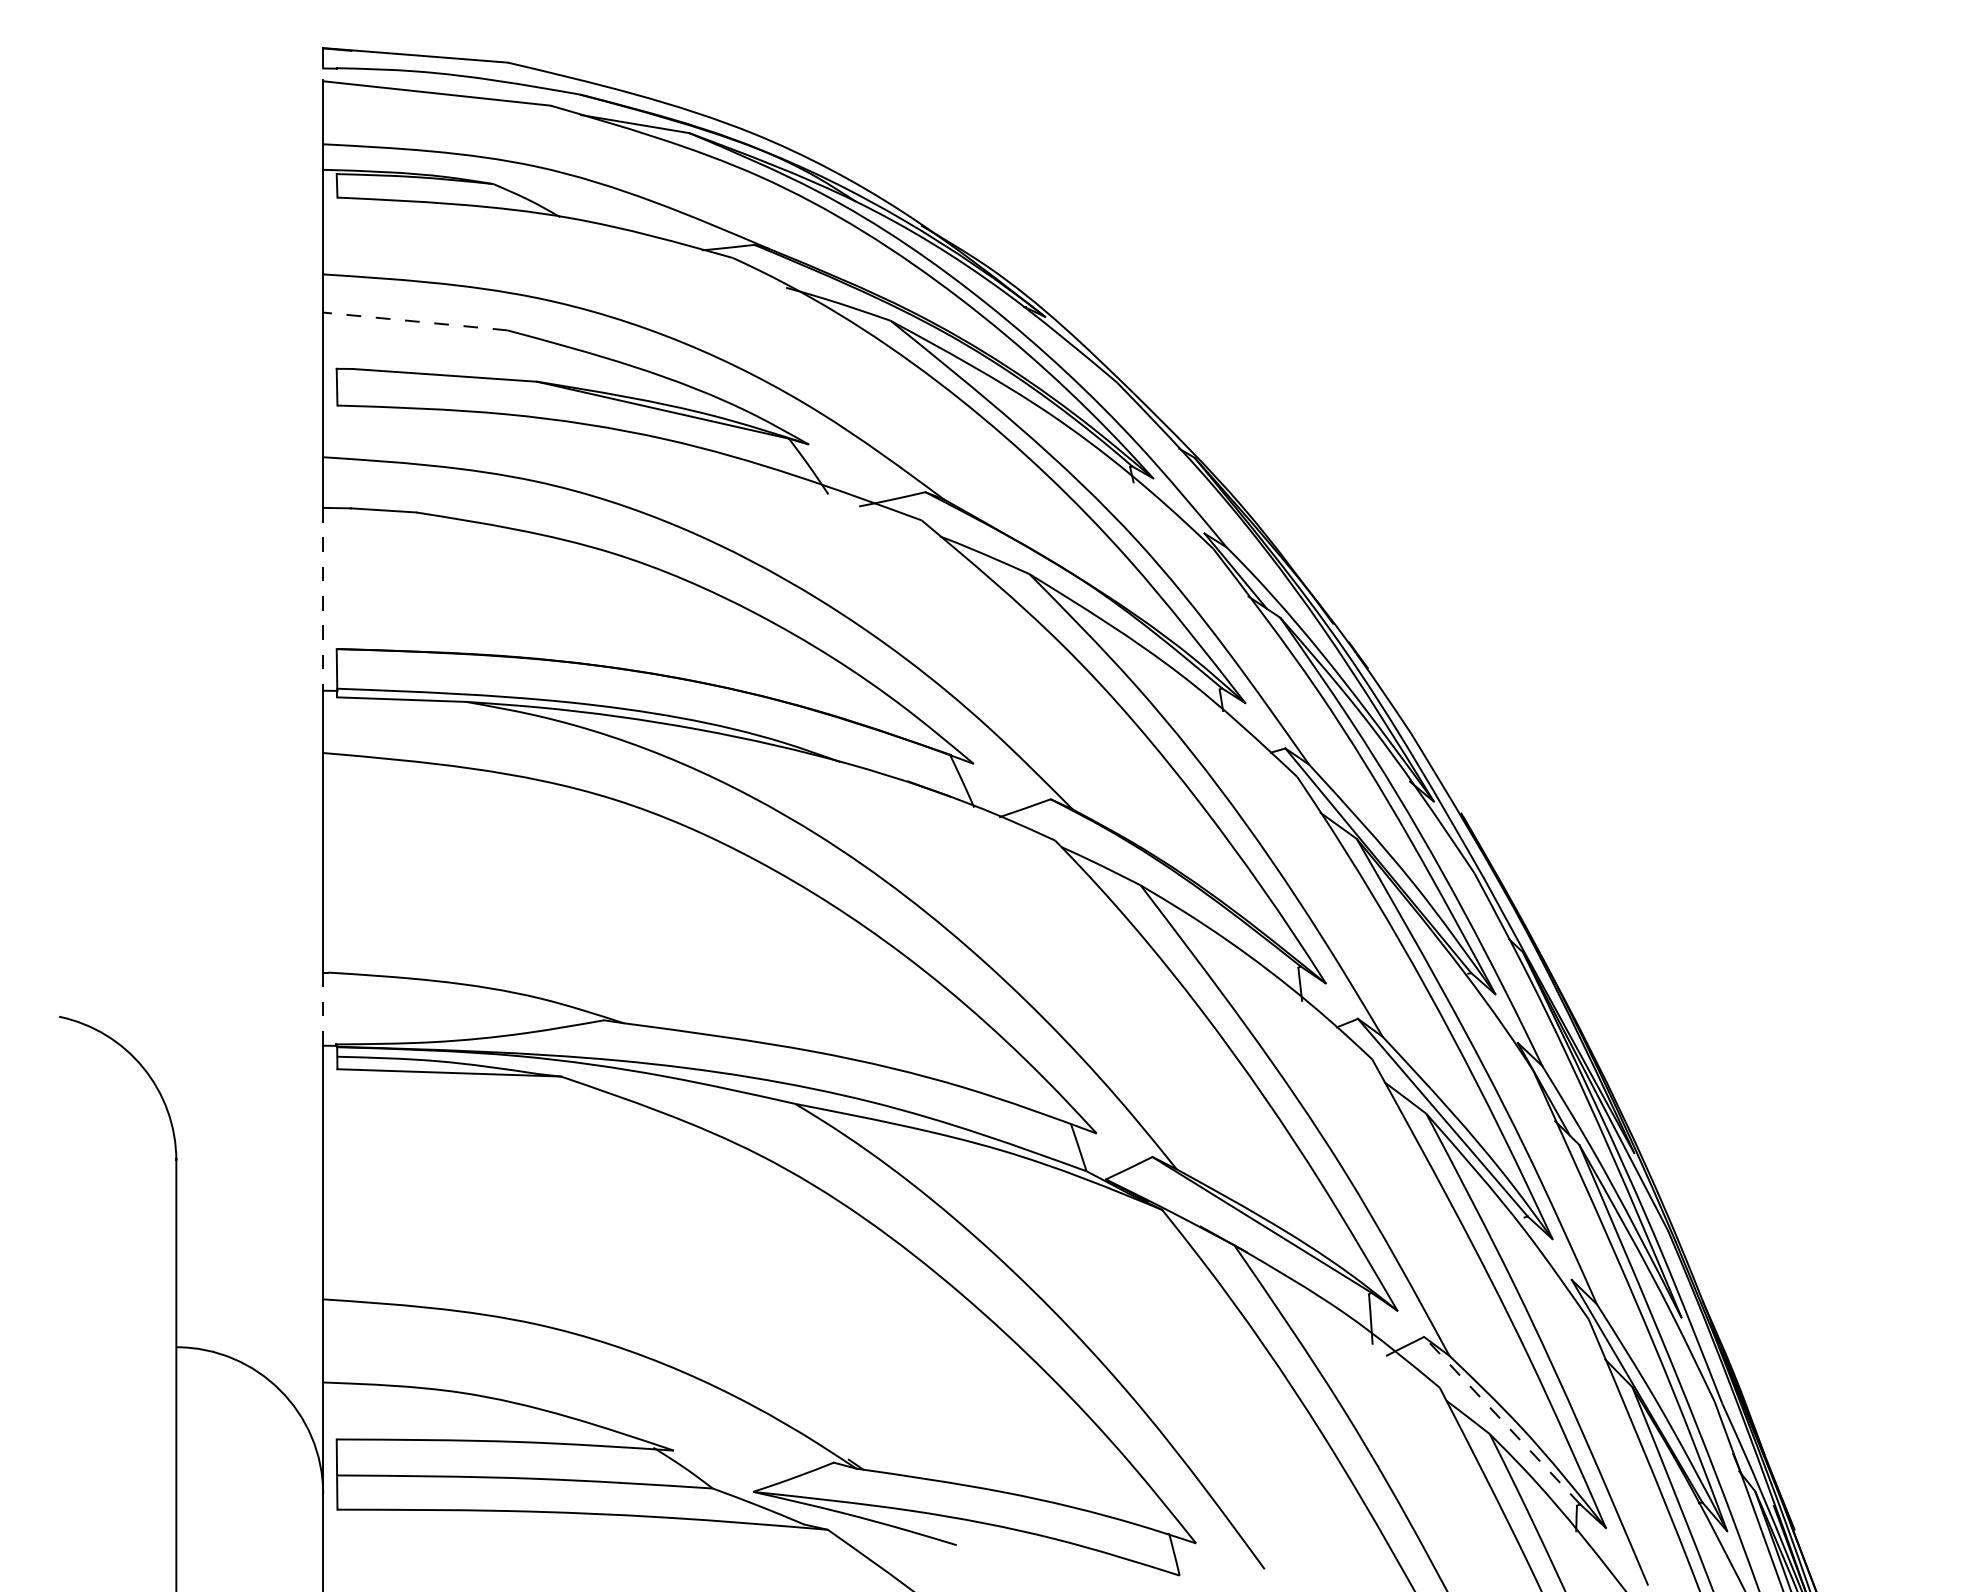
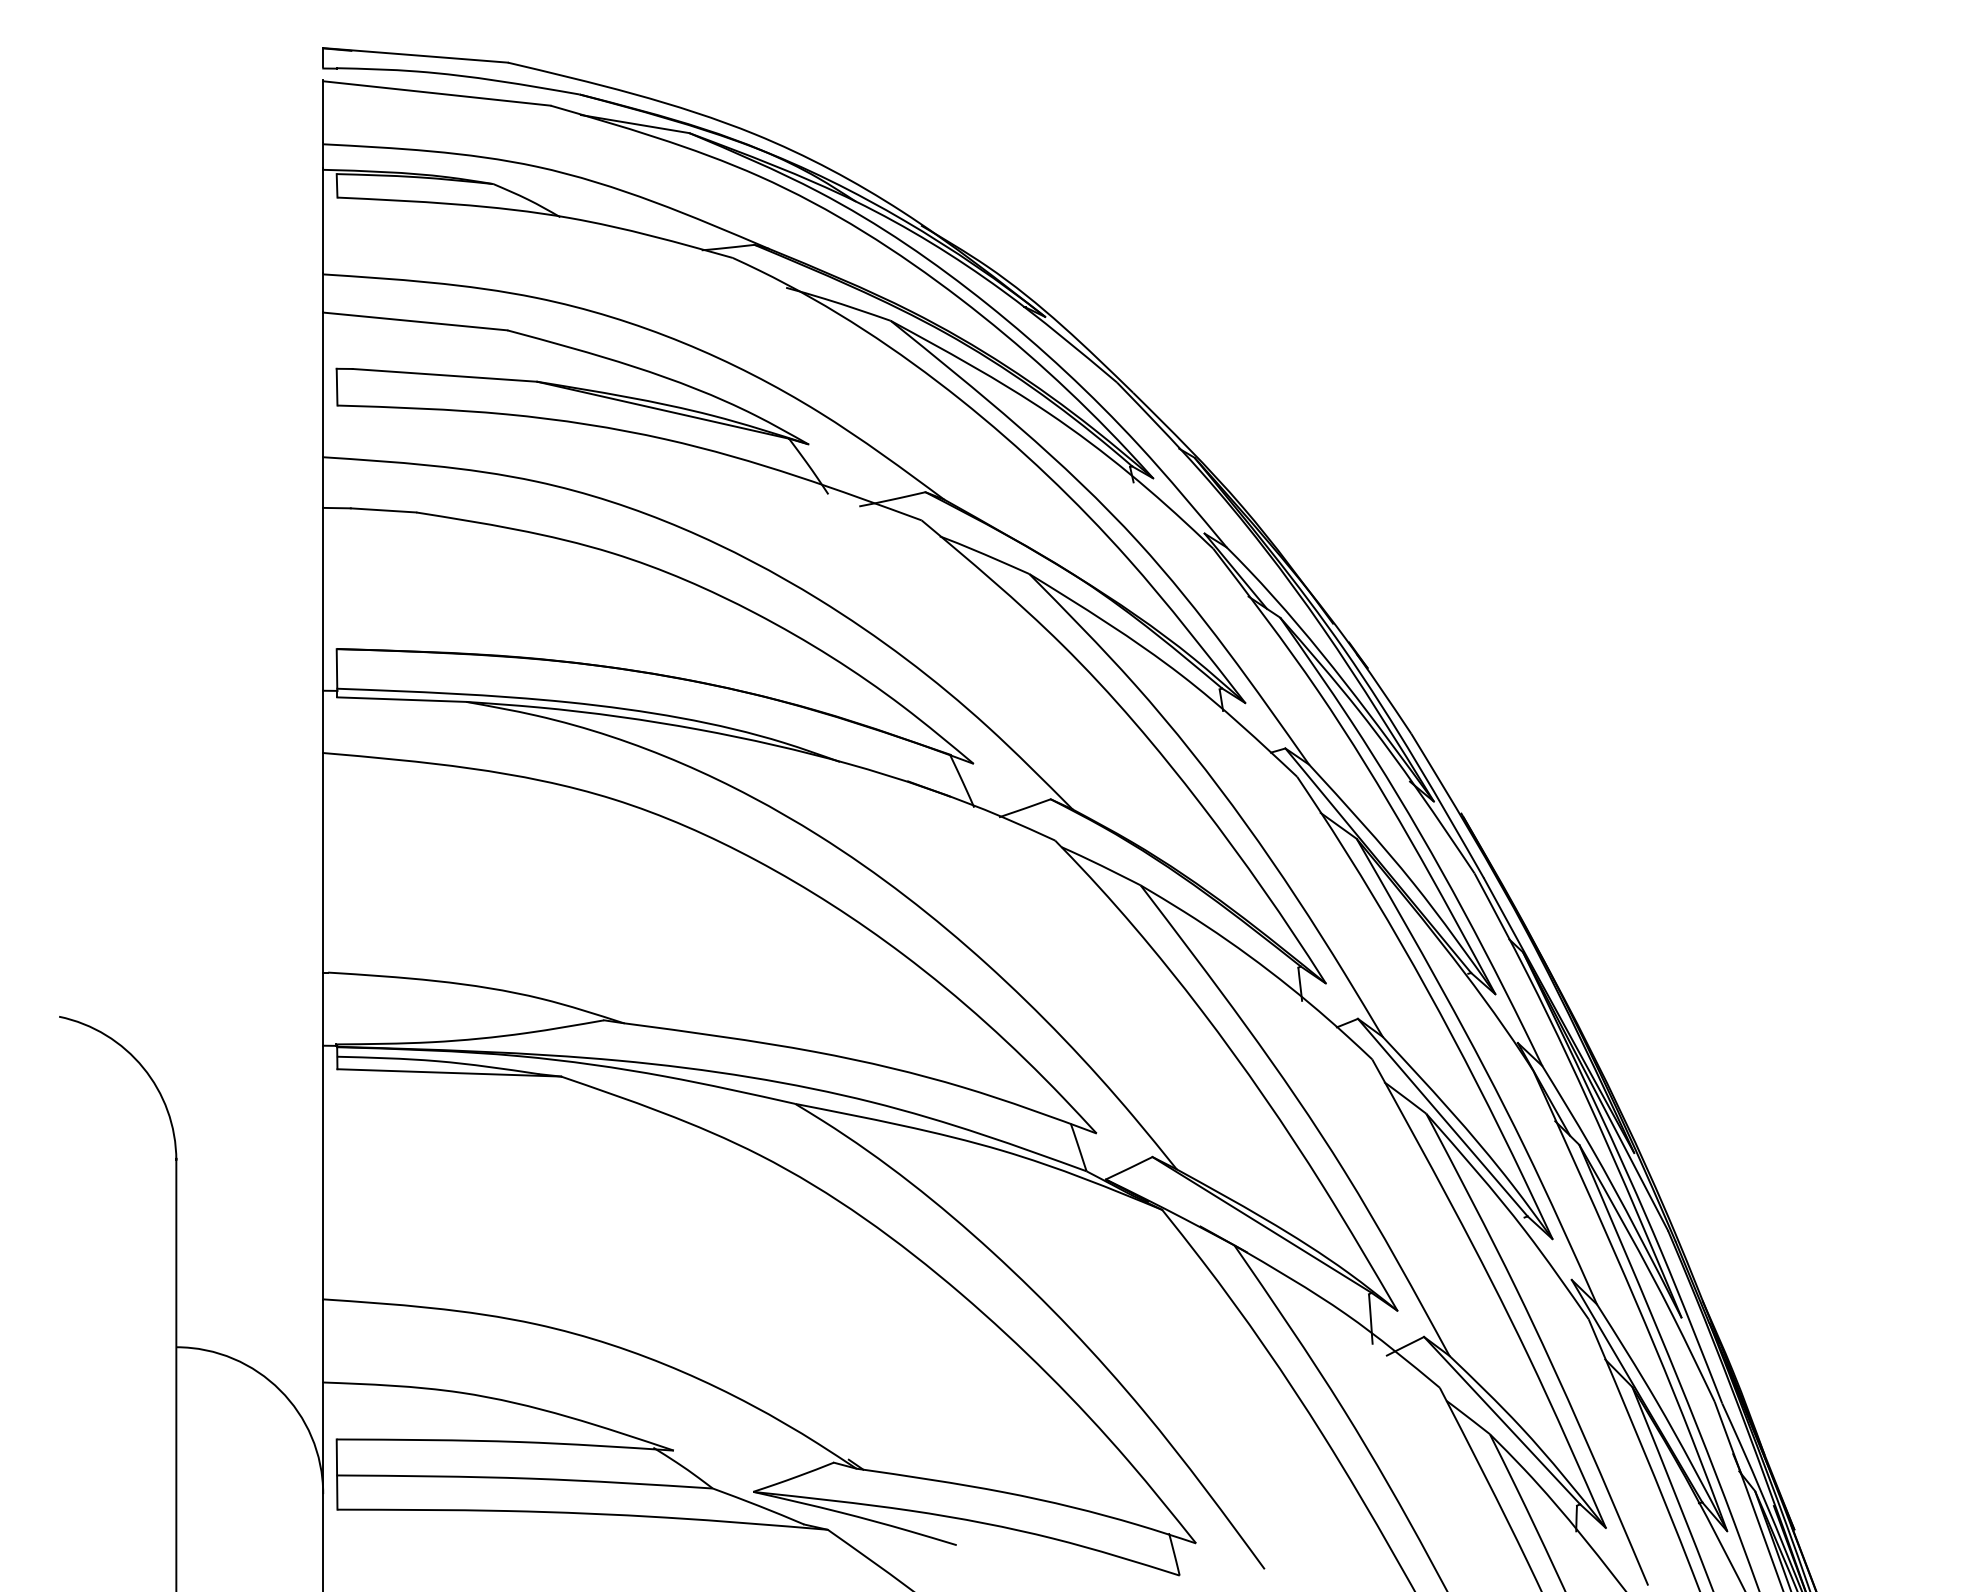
line at (415, 321): dashed -> solid
line at (323, 599): dashed -> solid
line at (323, 1009): dashed -> solid
line at (1501, 1420): dashed -> solid
